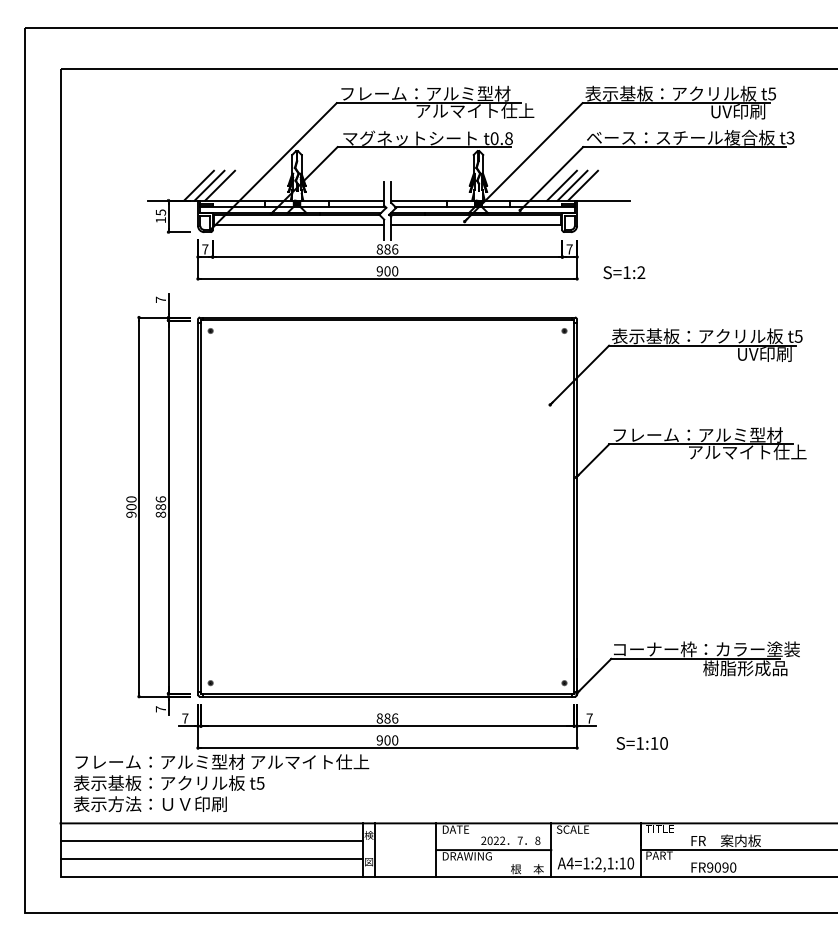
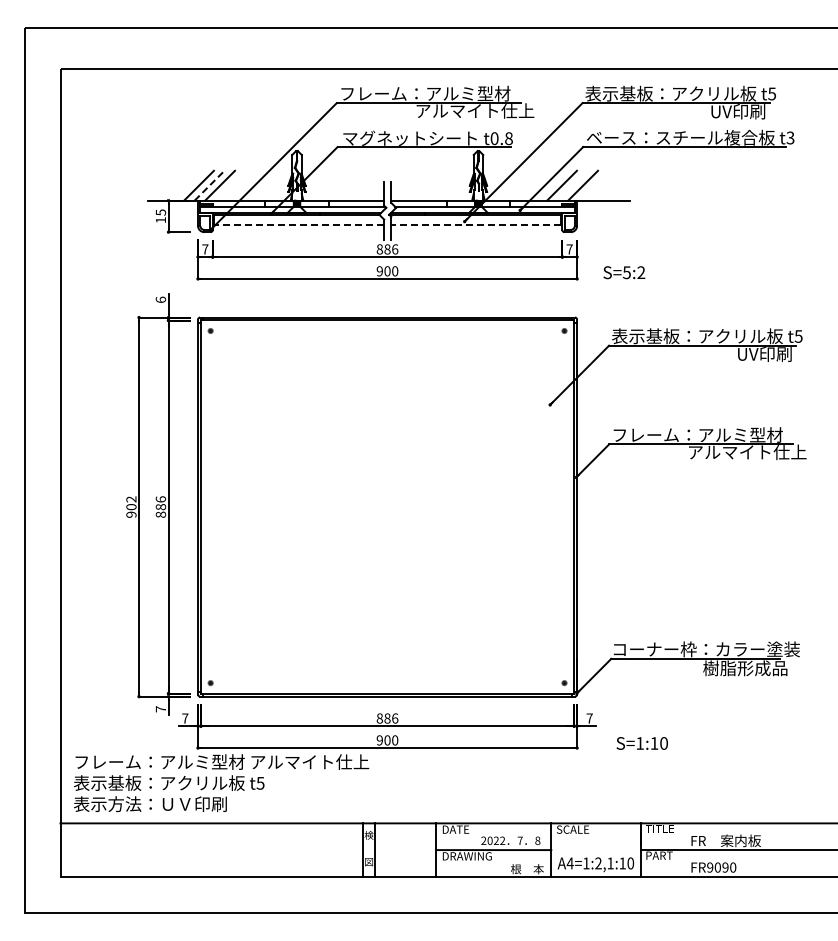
line at (209, 185): solid -> dashed
line at (572, 185): present -> none
line at (298, 225): solid -> dashed
line at (475, 225): solid -> dashed
text at (626, 272): S=1:2 -> S=5:2
text at (160, 299): 7 -> 6
text at (131, 499): 900 -> 902
line at (211, 841): present -> none
line at (211, 858): present -> none
